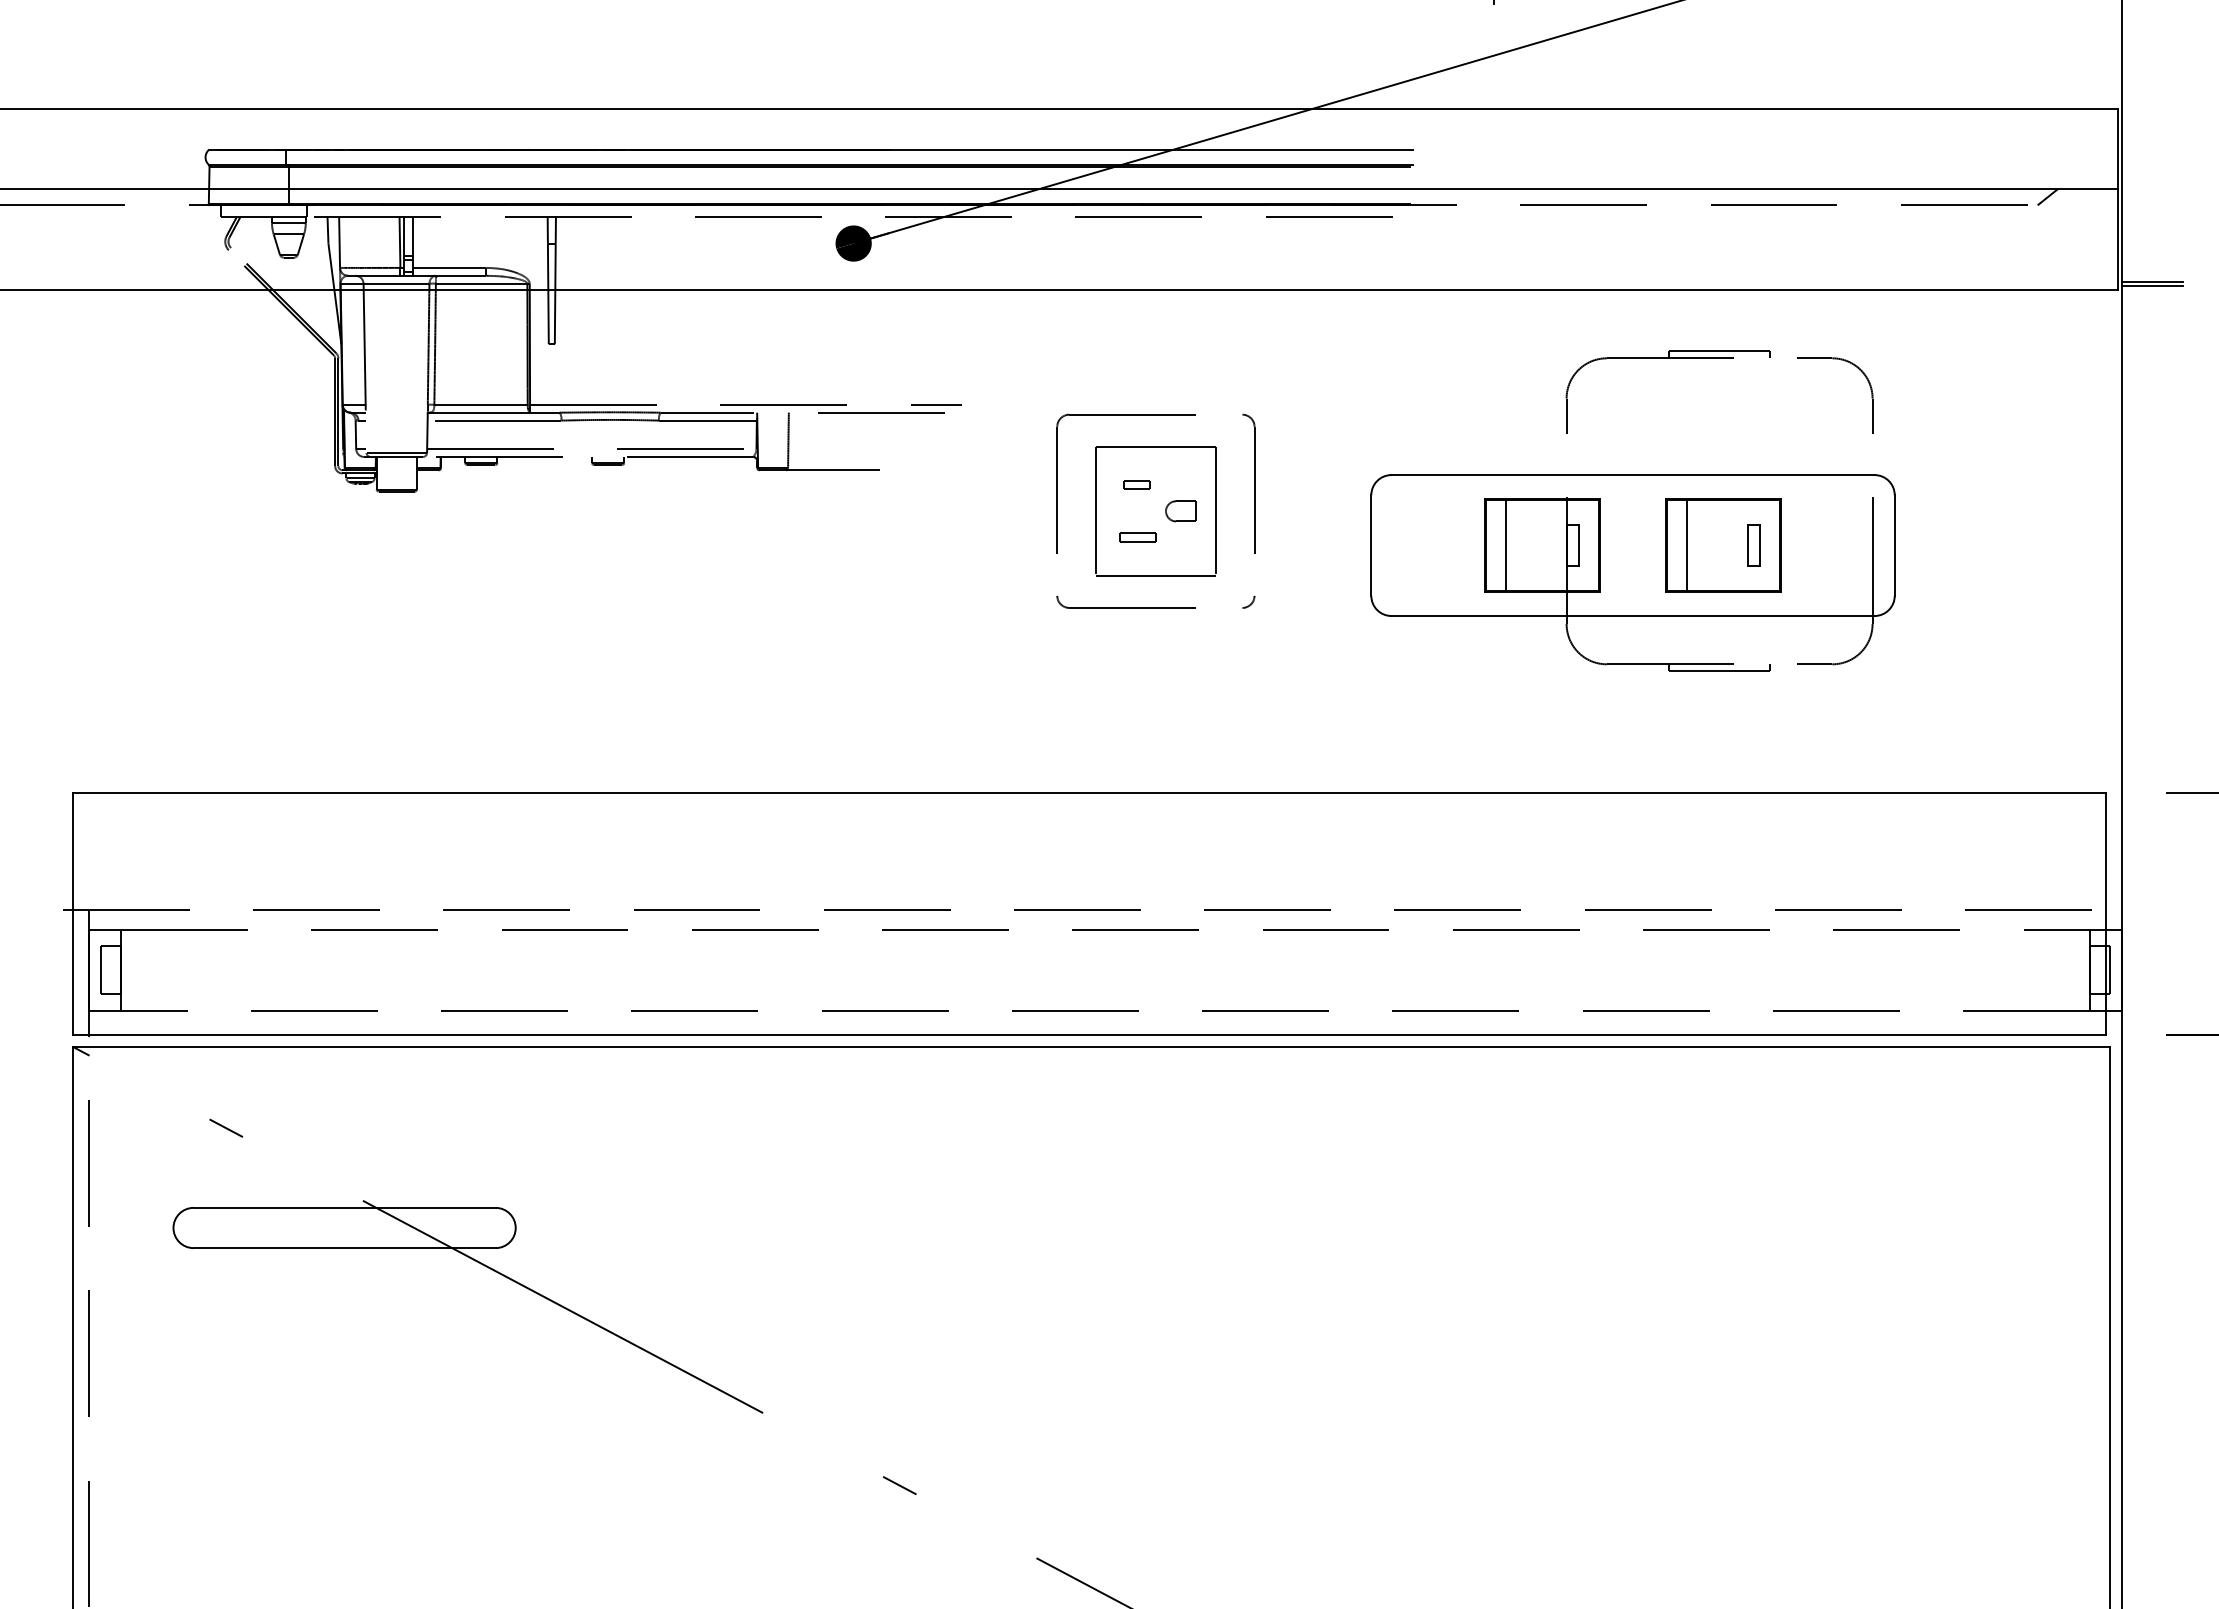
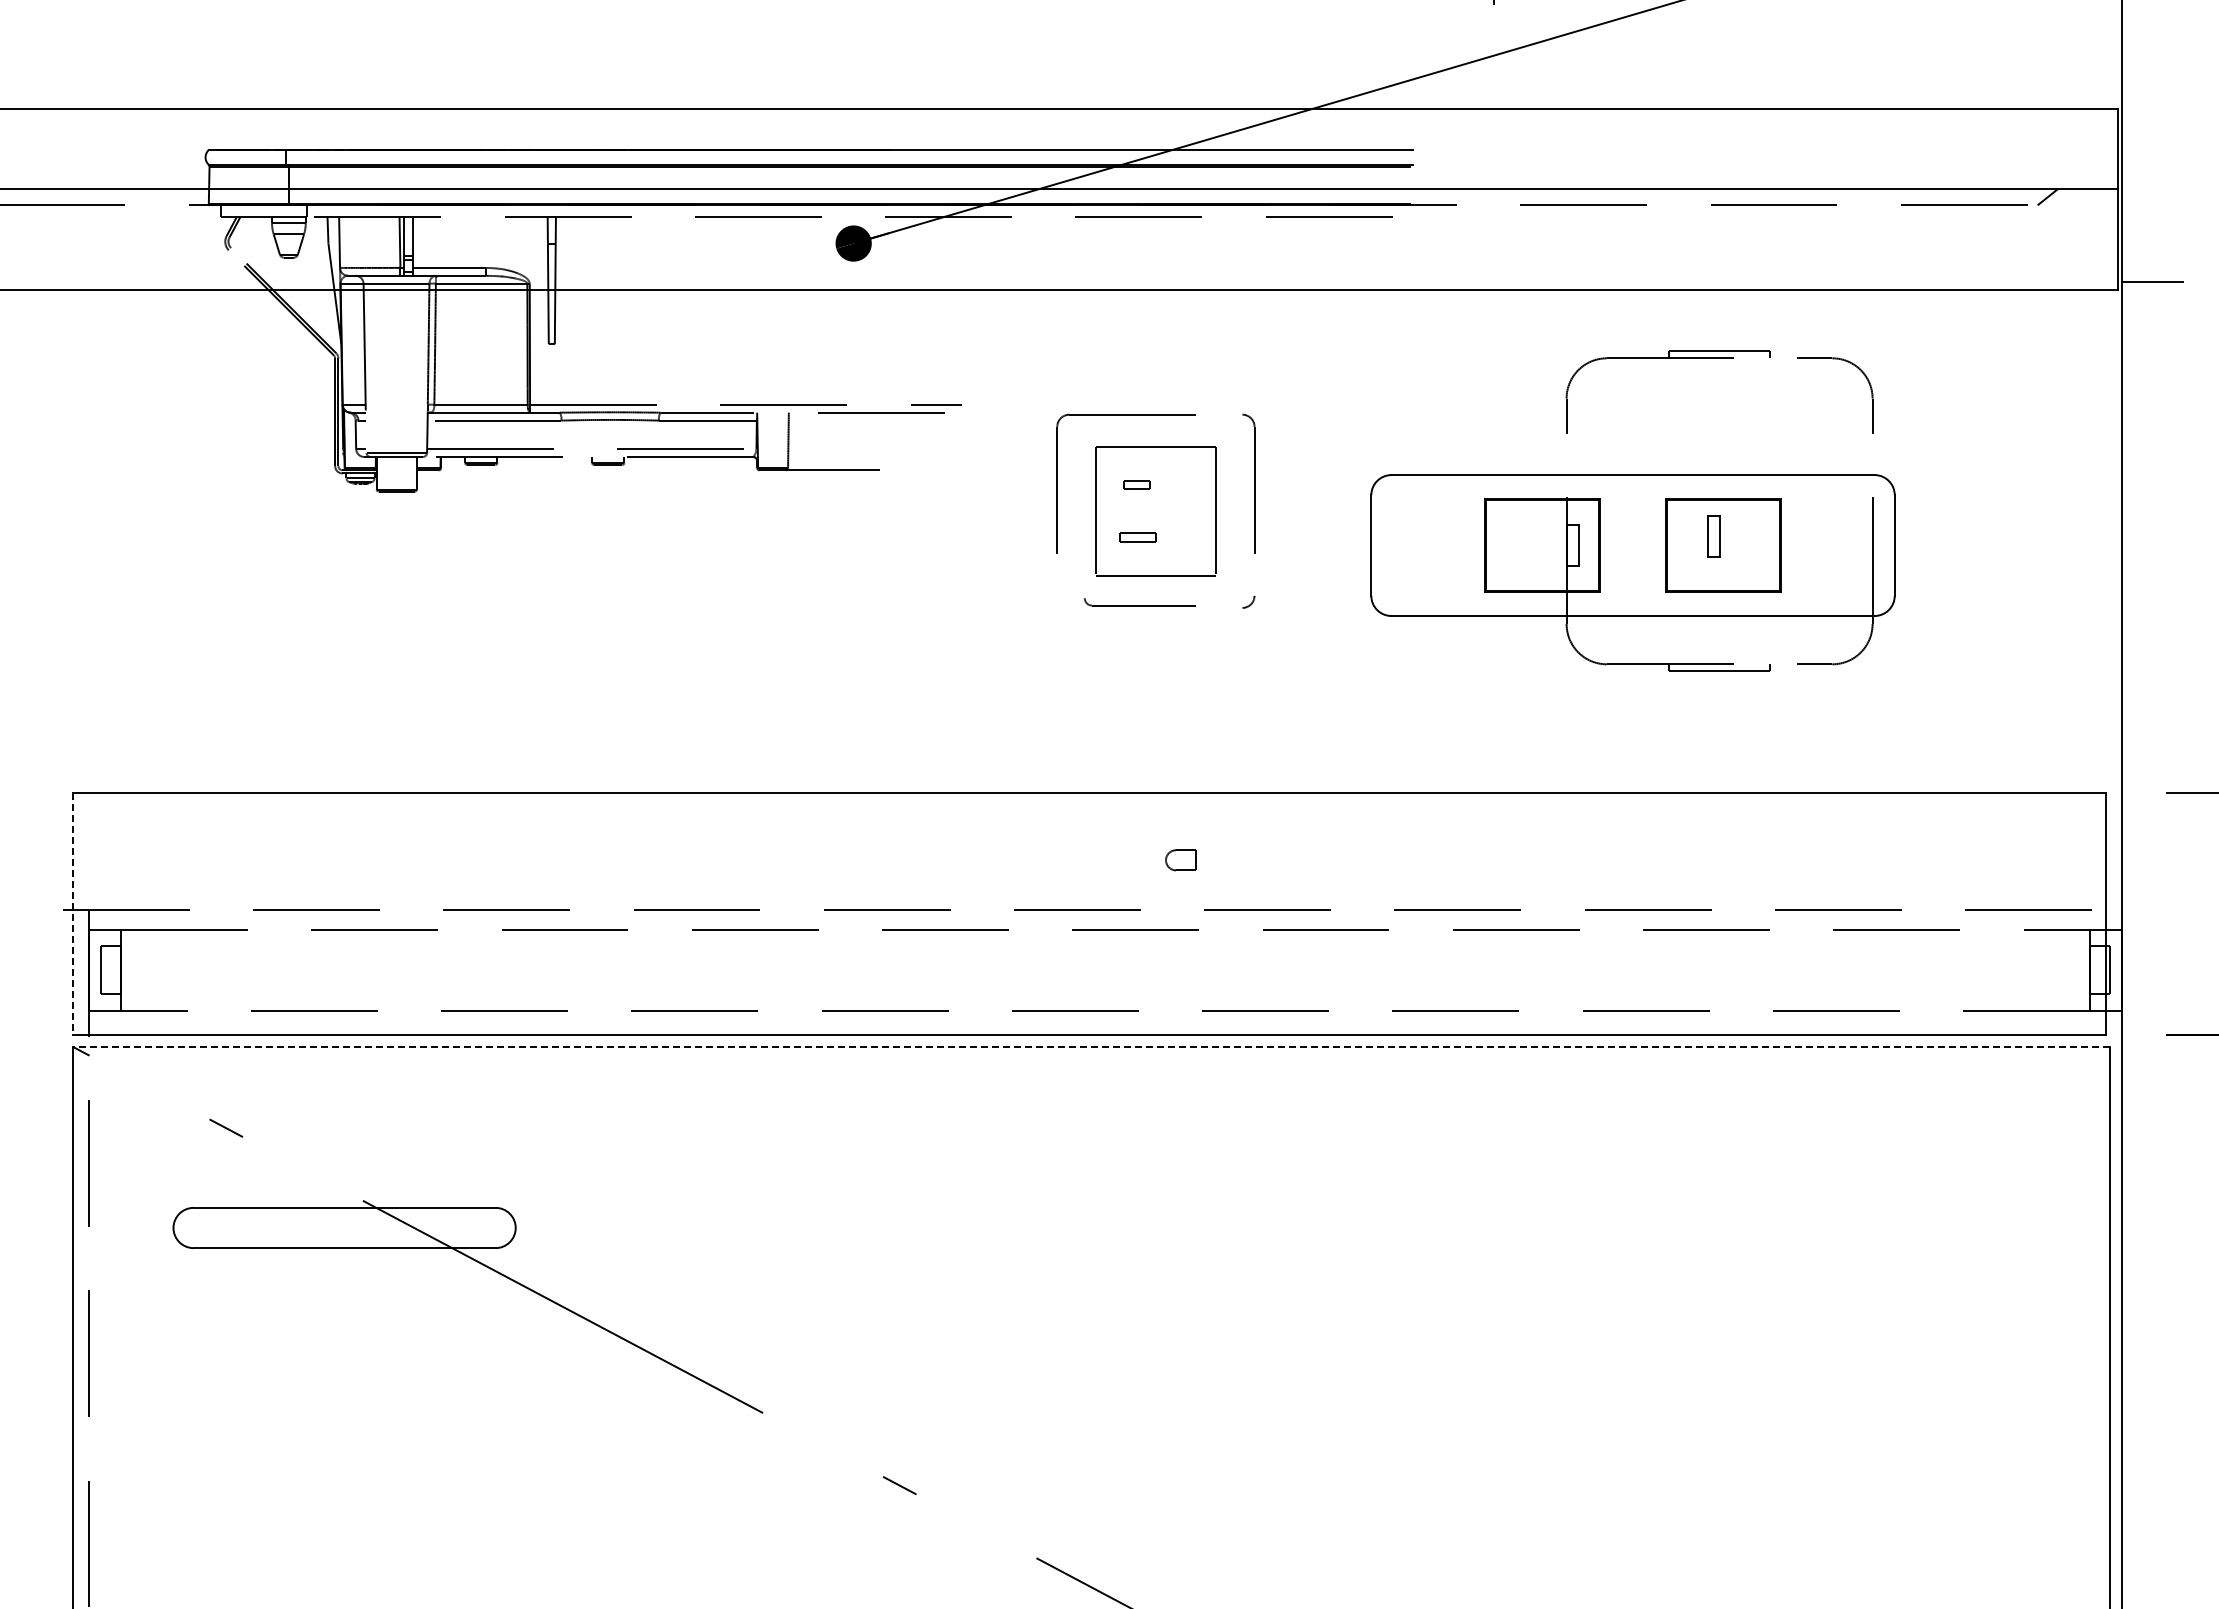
line at (2152, 285): present -> none
part at (1180, 511) position: (1180, 511) -> (1180, 860)
line at (1506, 545): present -> none
line at (1687, 545): present -> none
part at (1753, 545) position: (1753, 545) -> (1713, 536)
part at (1125, 601) size: 140x14 px -> 90x9 px
line at (72, 913): solid -> dashed
line at (1091, 1046): solid -> dashed
